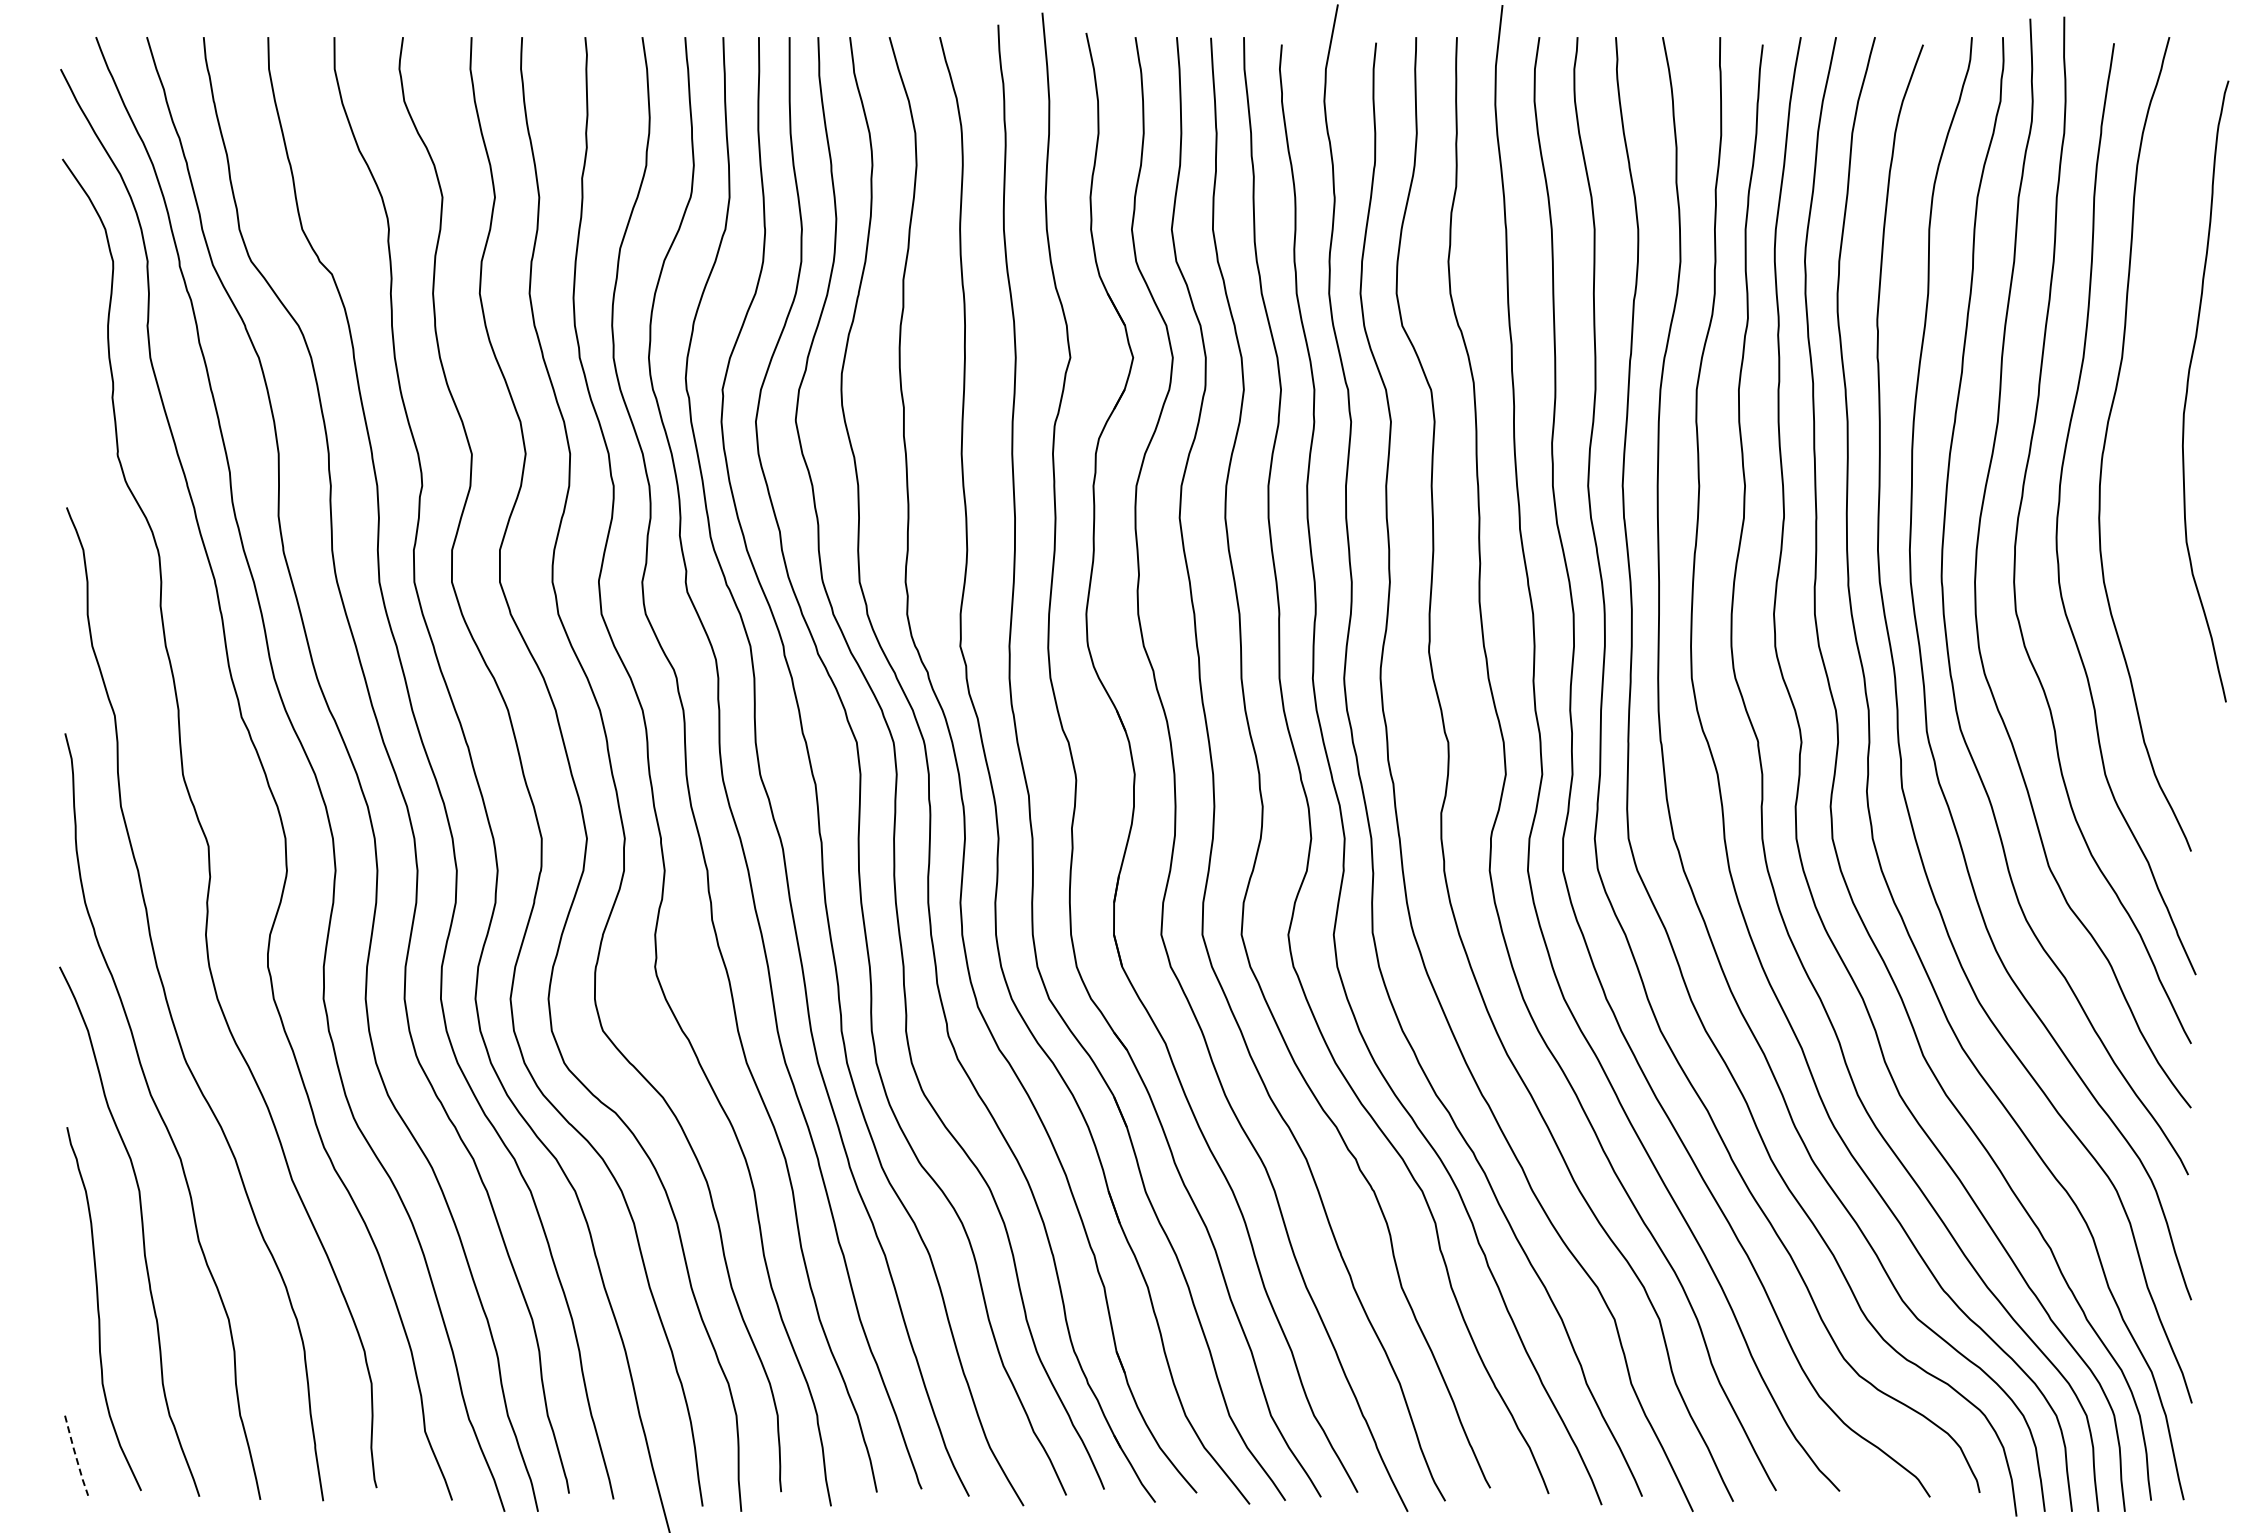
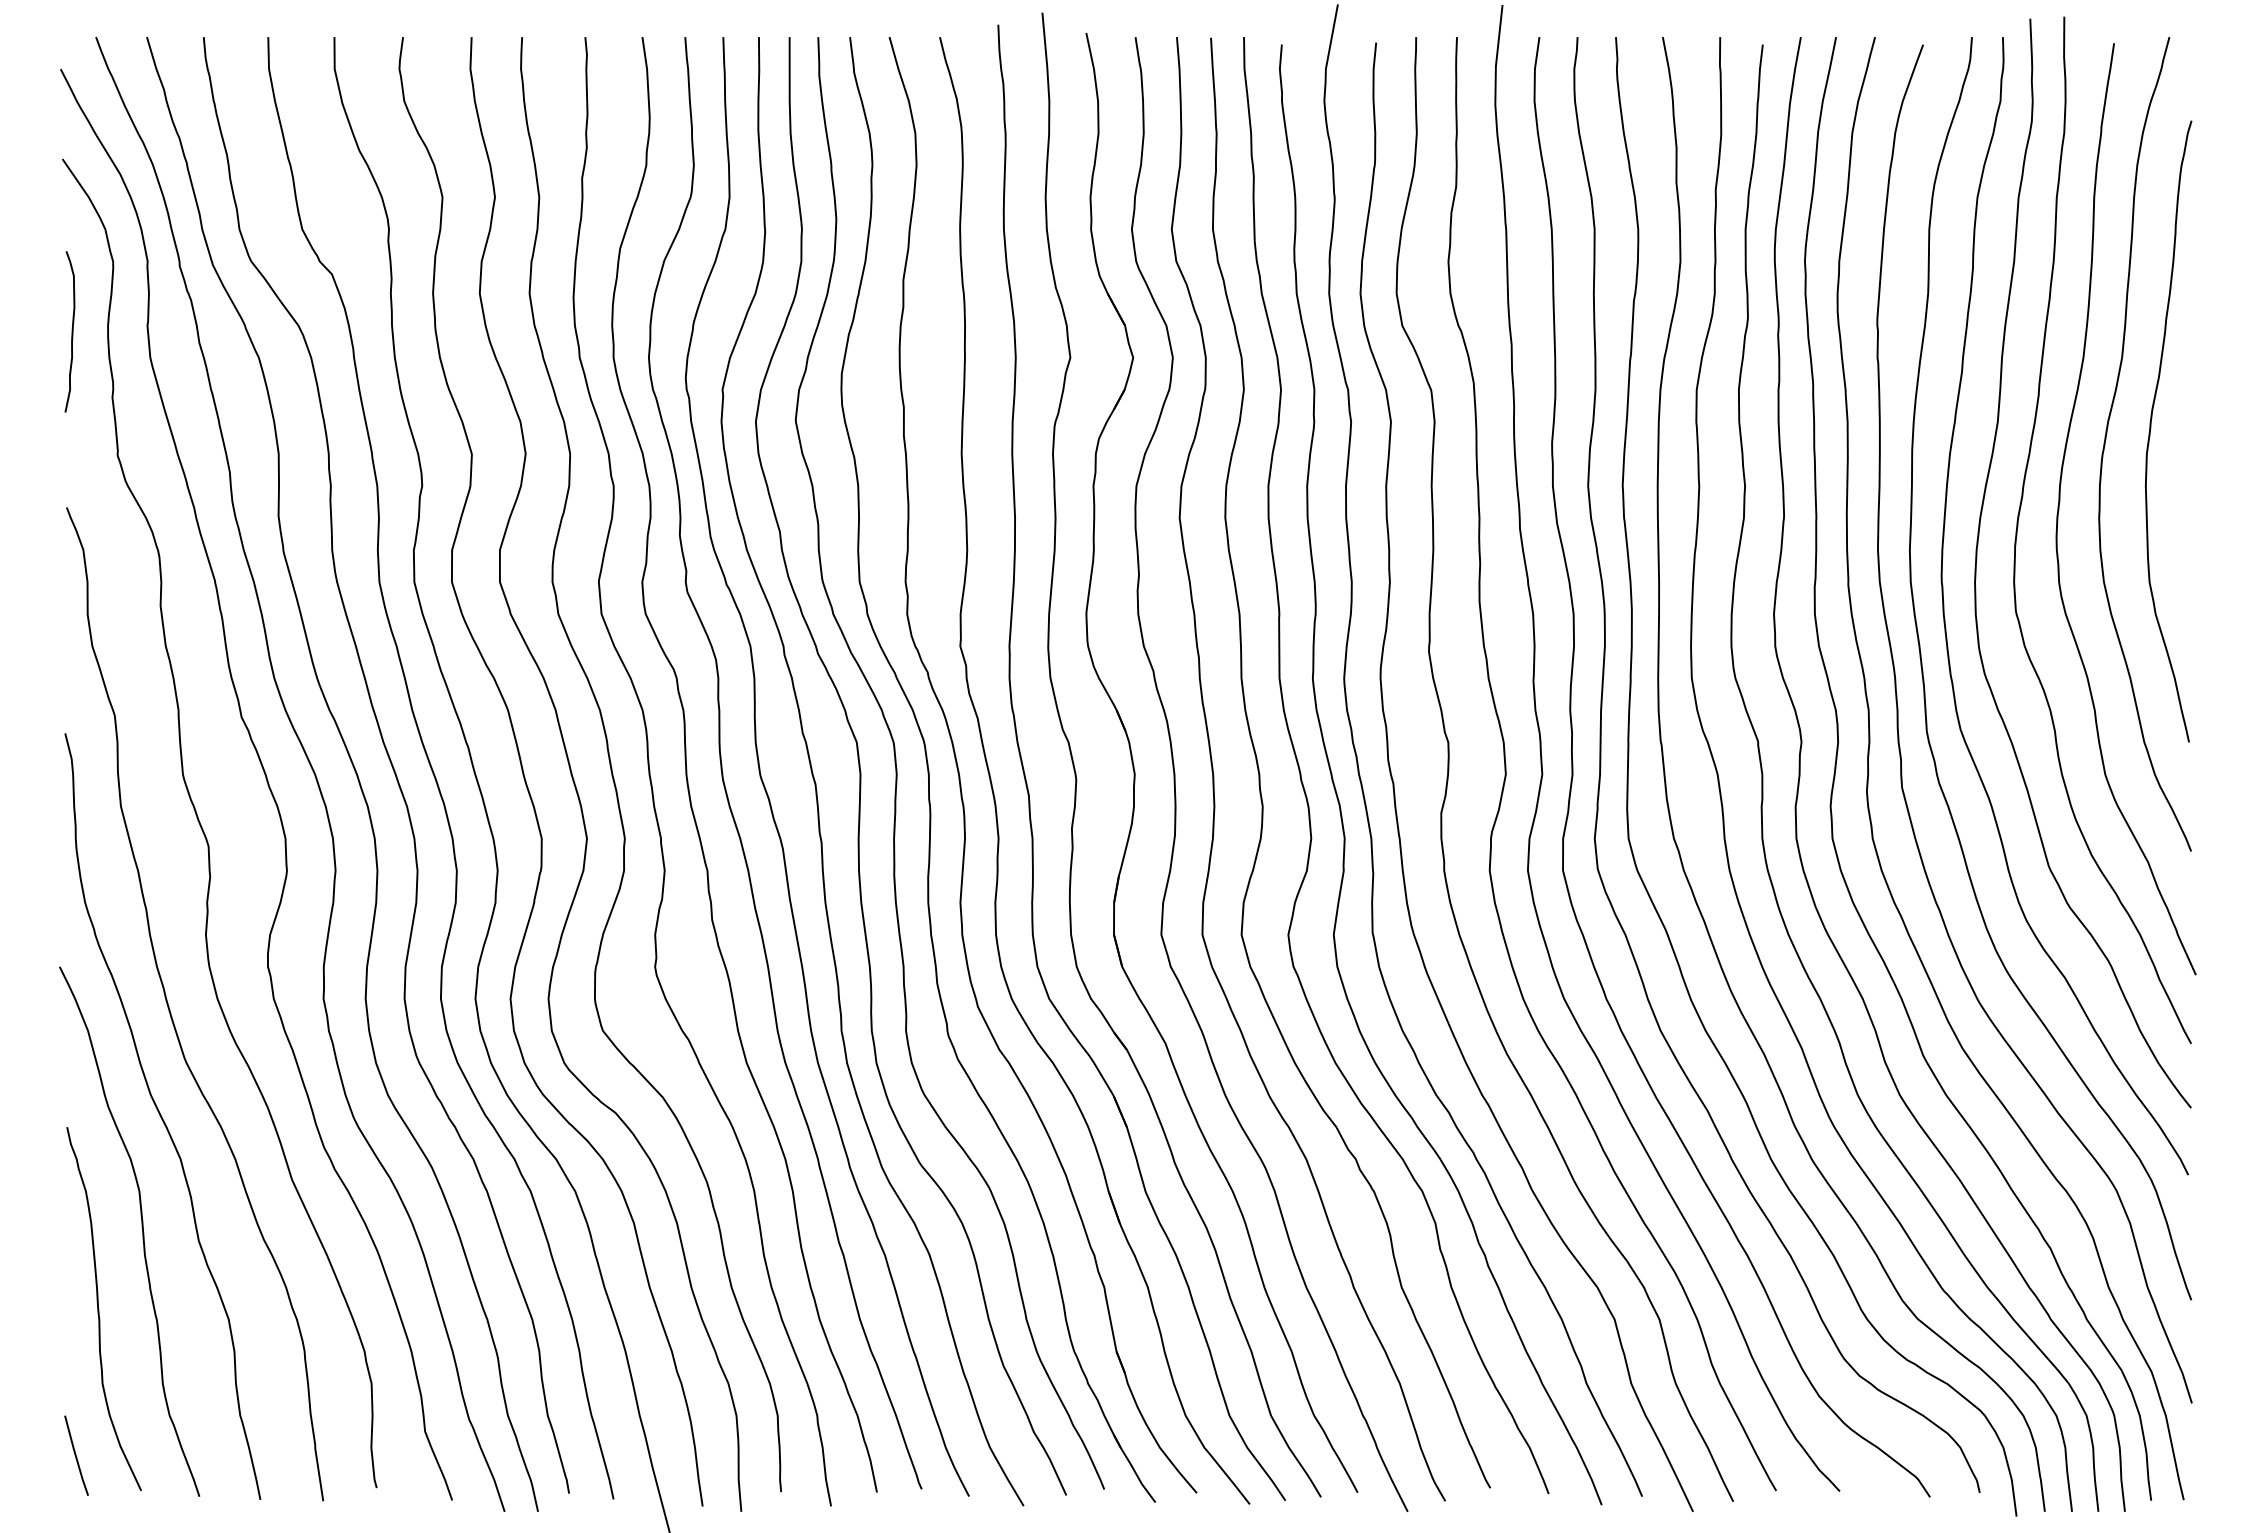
curve at (71, 331): none -> present
curve at (2188, 388) position: (2188, 388) -> (2151, 428)
line at (75, 1456): dashed -> solid
